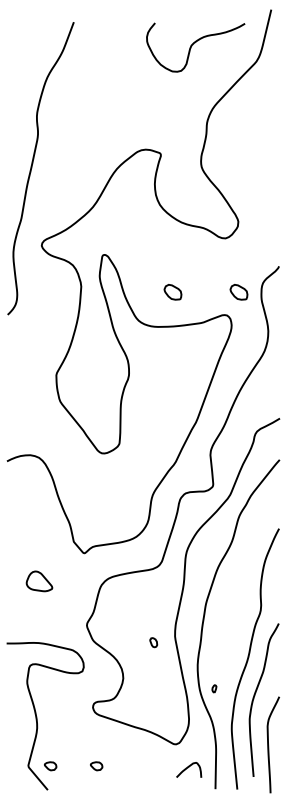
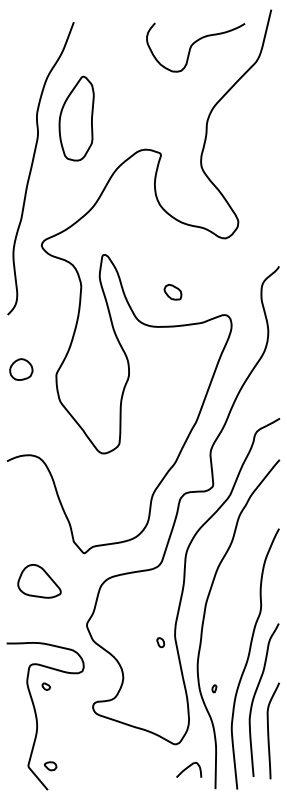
part at (76, 118): none -> present
part at (238, 292): present -> none
part at (21, 369): none -> present
part at (39, 581) size: 29x23 px -> 45x35 px
part at (153, 642) position: (153, 642) -> (160, 642)
part at (45, 686): none -> present
curve at (269, 745) position: (269, 745) -> (269, 731)
part at (96, 766): present -> none
